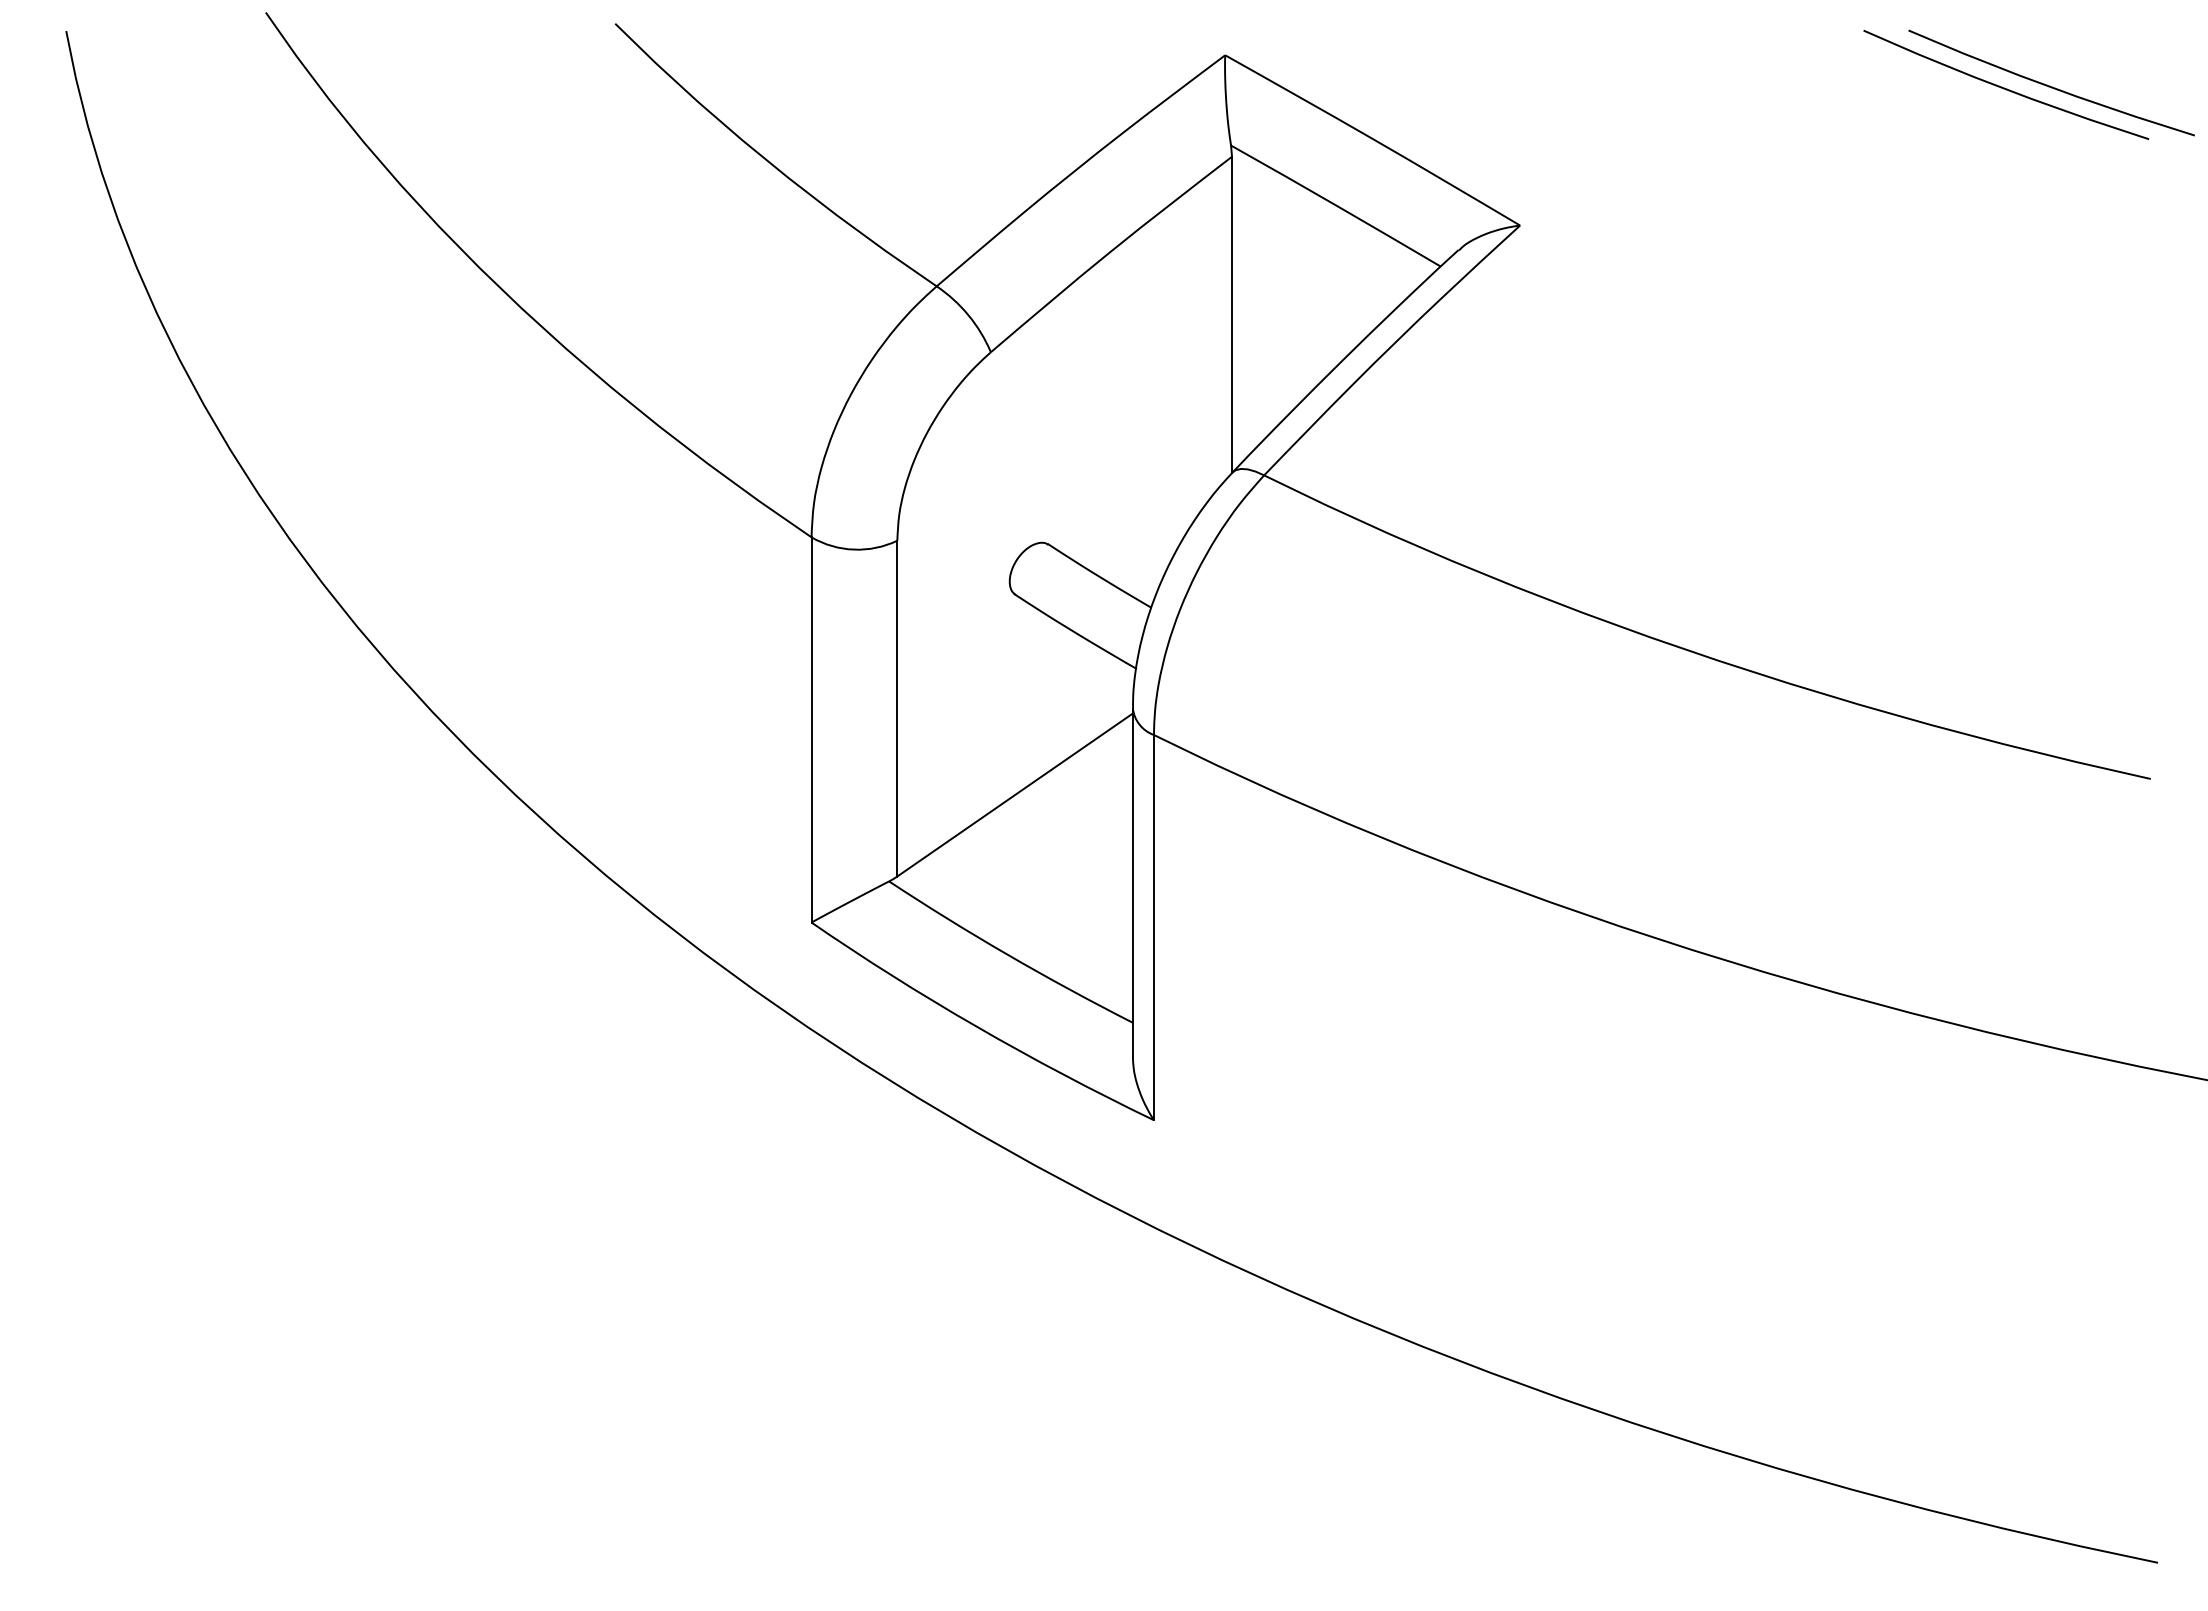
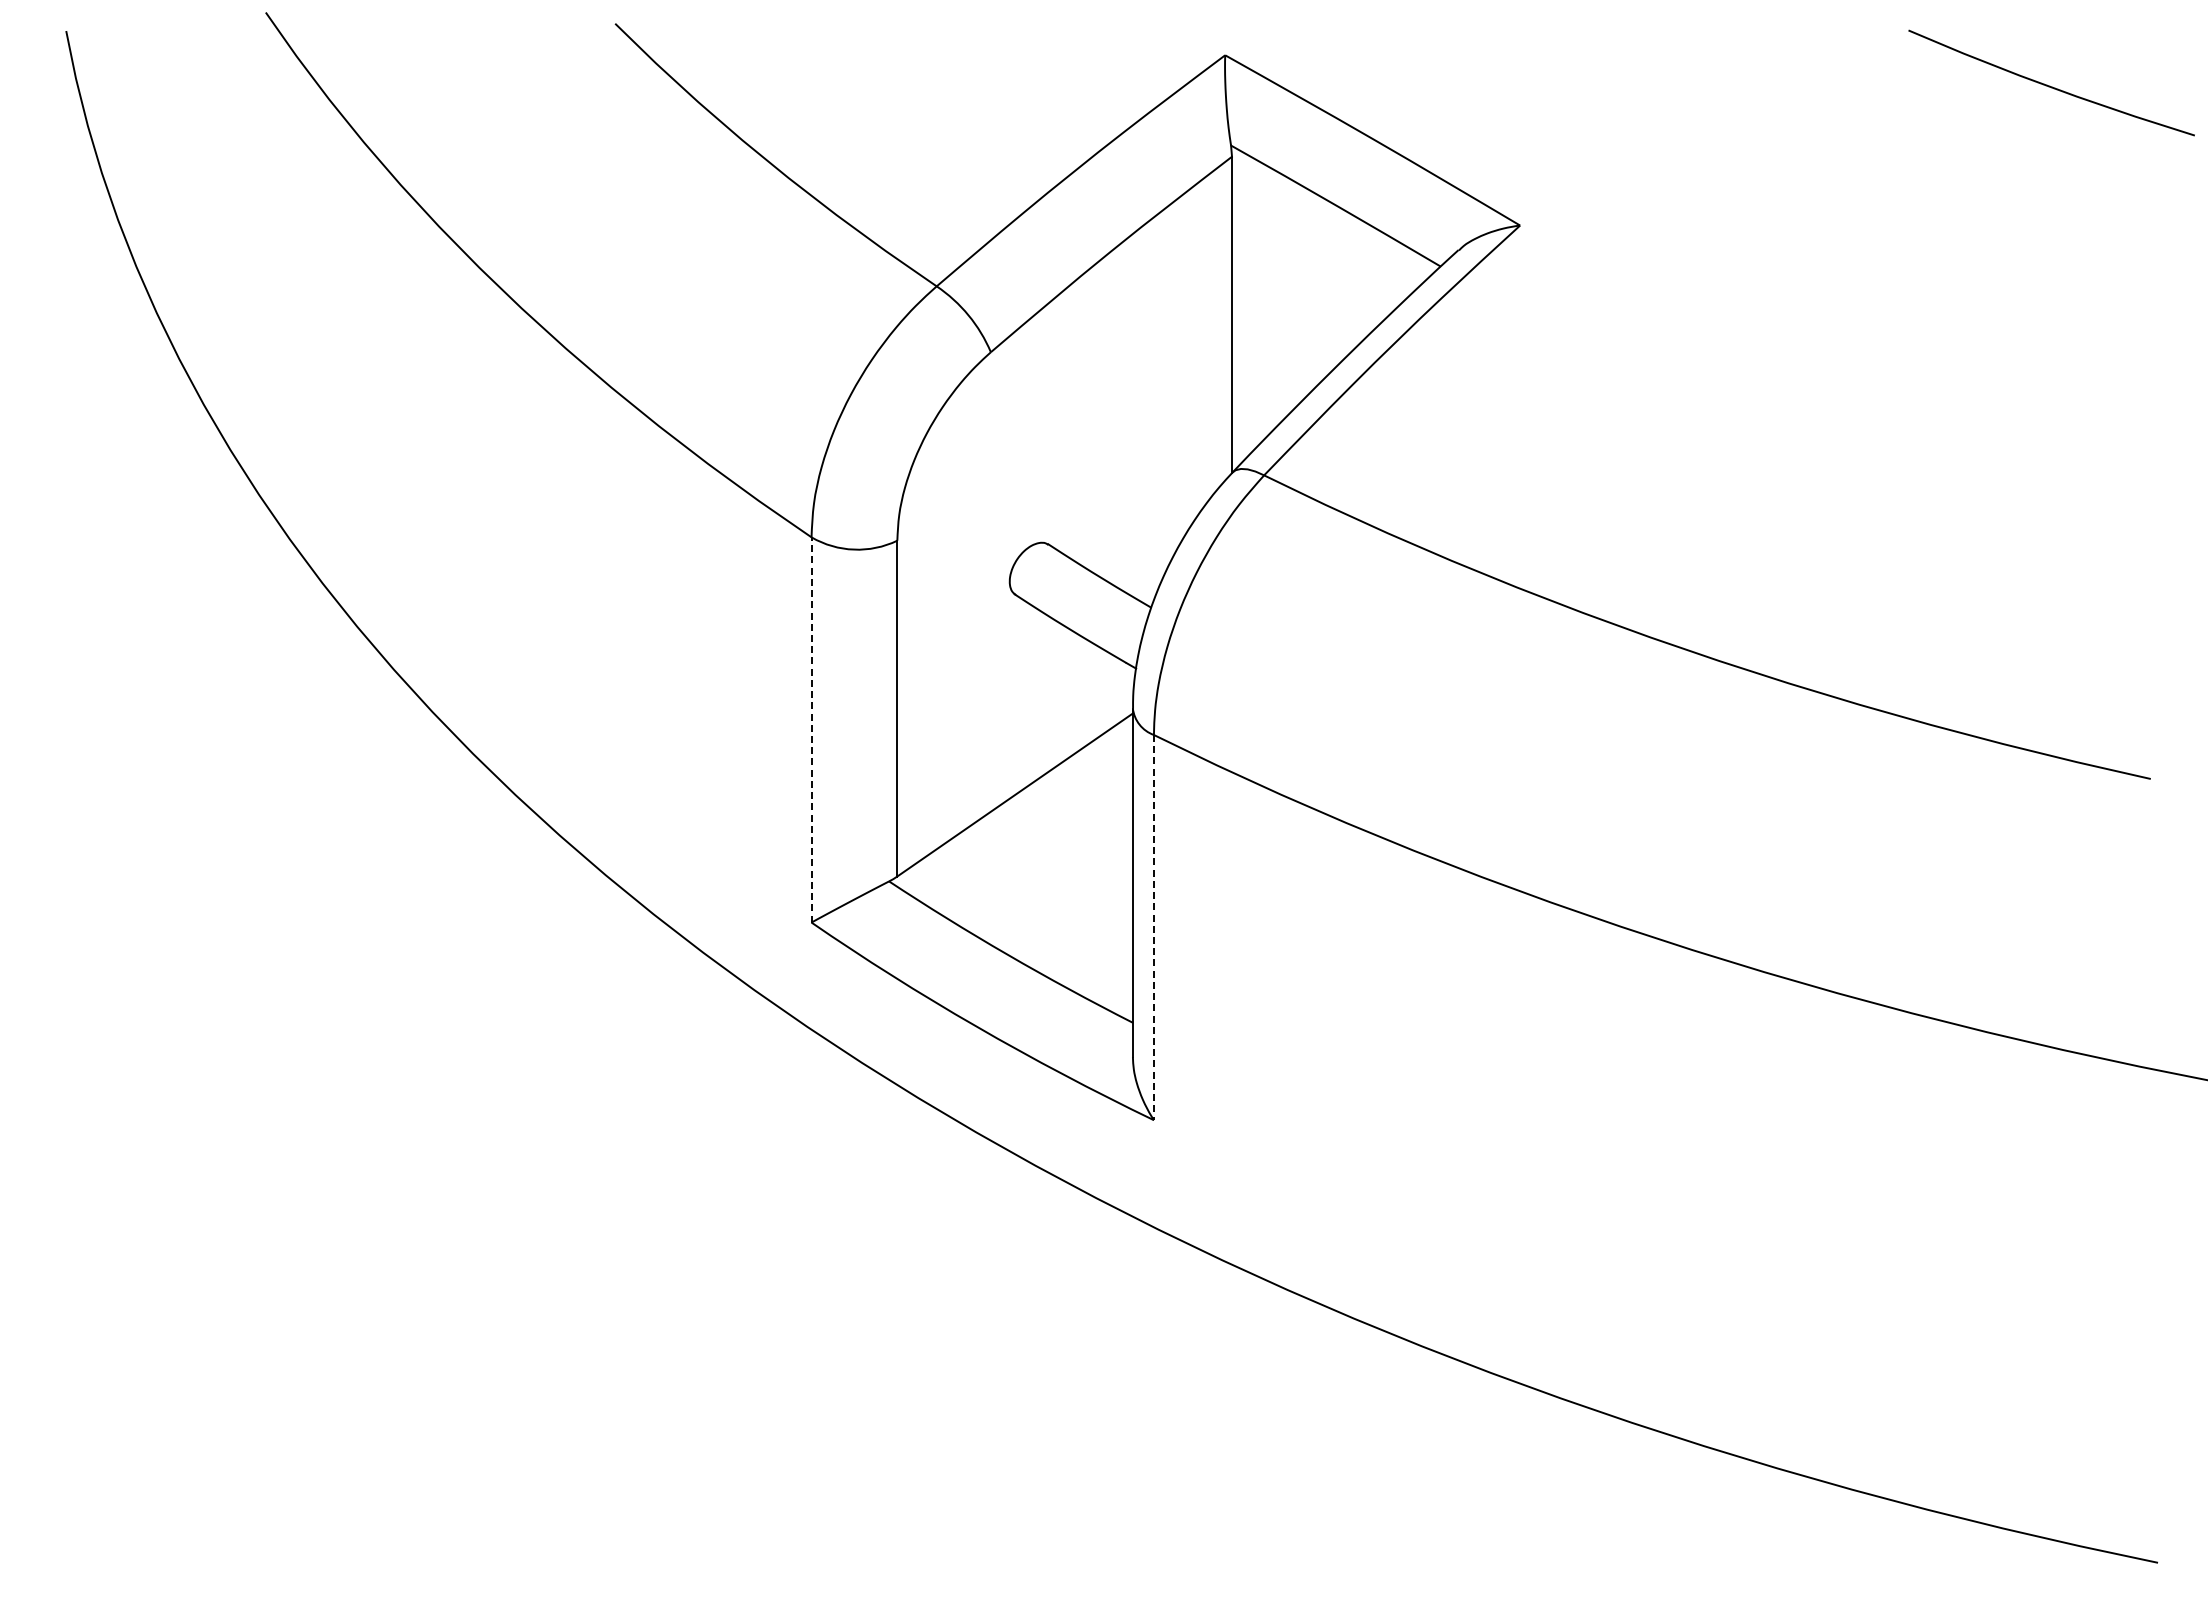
curve at (2004, 87): present -> none
line at (811, 729): solid -> dashed
line at (1153, 927): solid -> dashed
